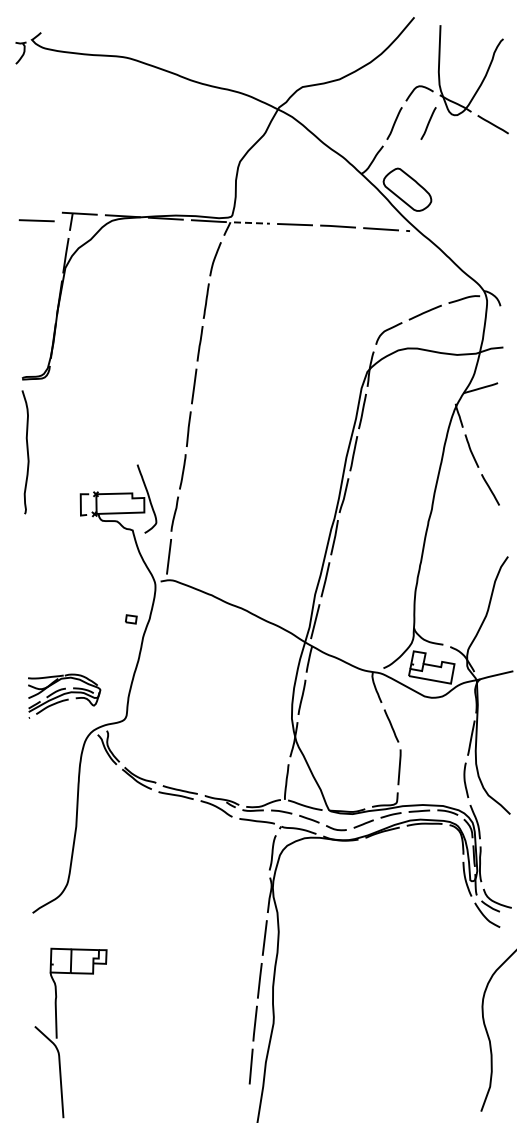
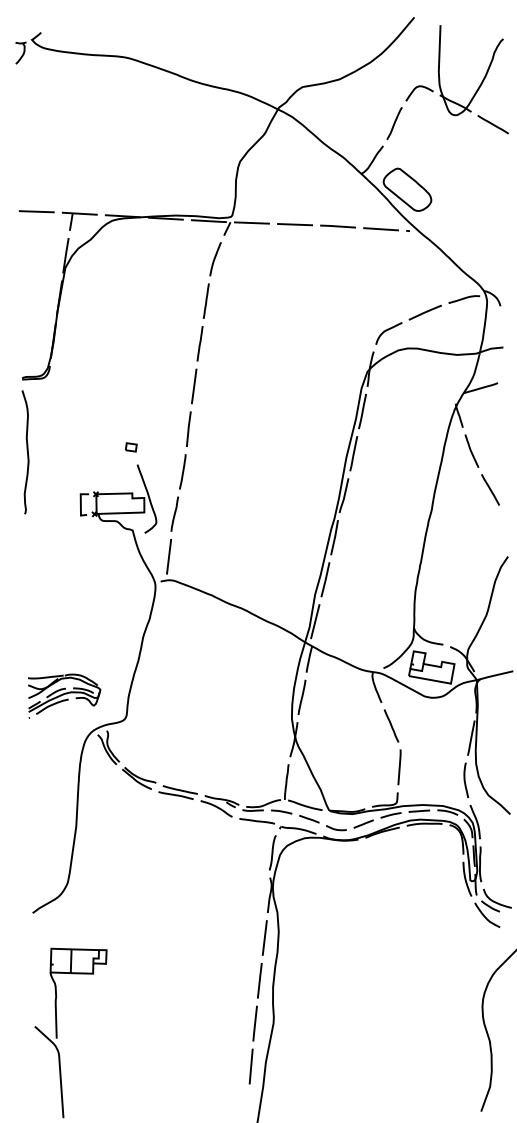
line at (428, 123): present -> none
line at (36, 220) position: (36, 220) -> (36, 211)
line at (251, 223): dashed -> solid
part at (131, 619) position: (131, 619) -> (131, 447)
